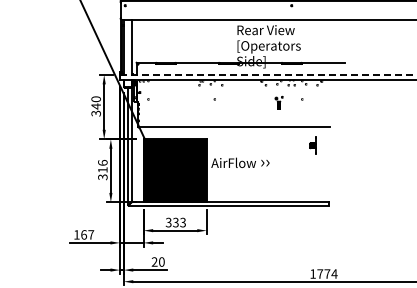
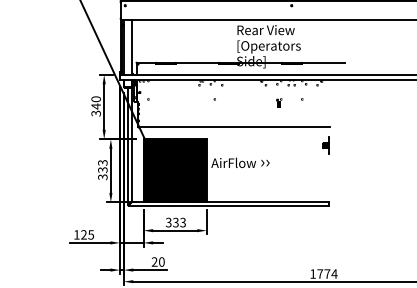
line at (268, 74): dashed -> solid
part at (278, 102) size: 10x15 px -> 7x10 px
part at (312, 145) position: (312, 145) -> (325, 145)
text at (102, 165): 316 -> 333
text at (87, 234): 167 -> 125
